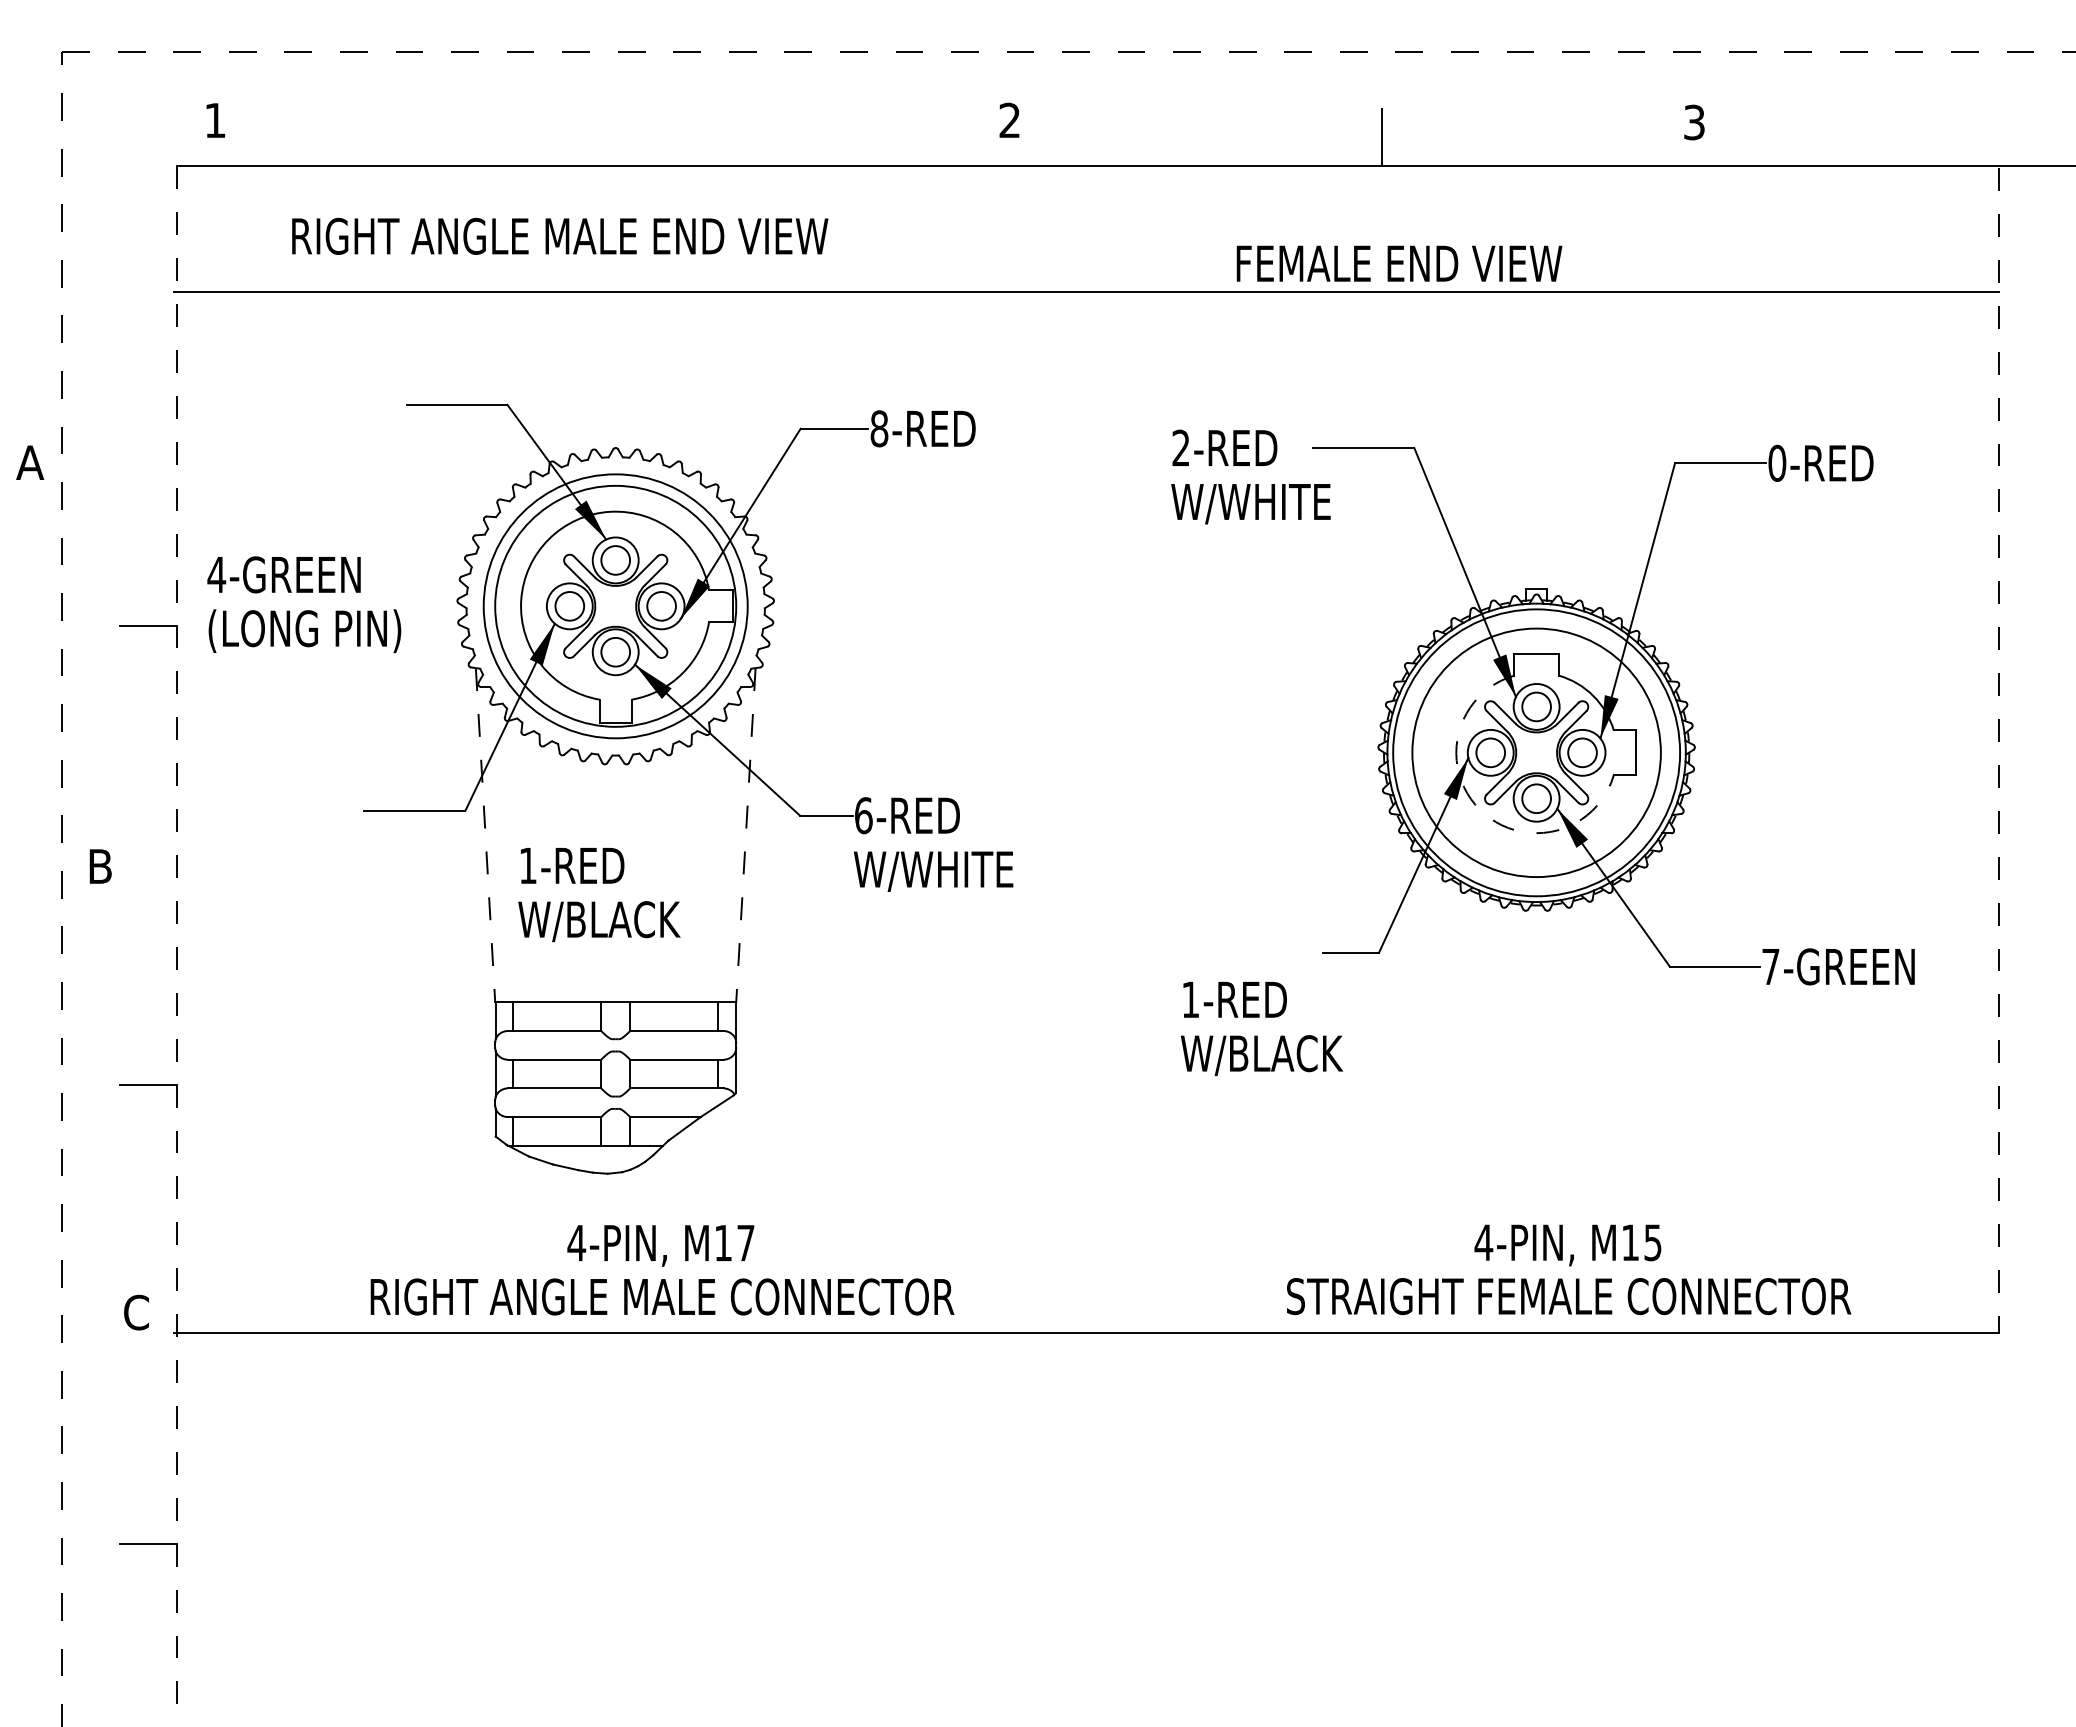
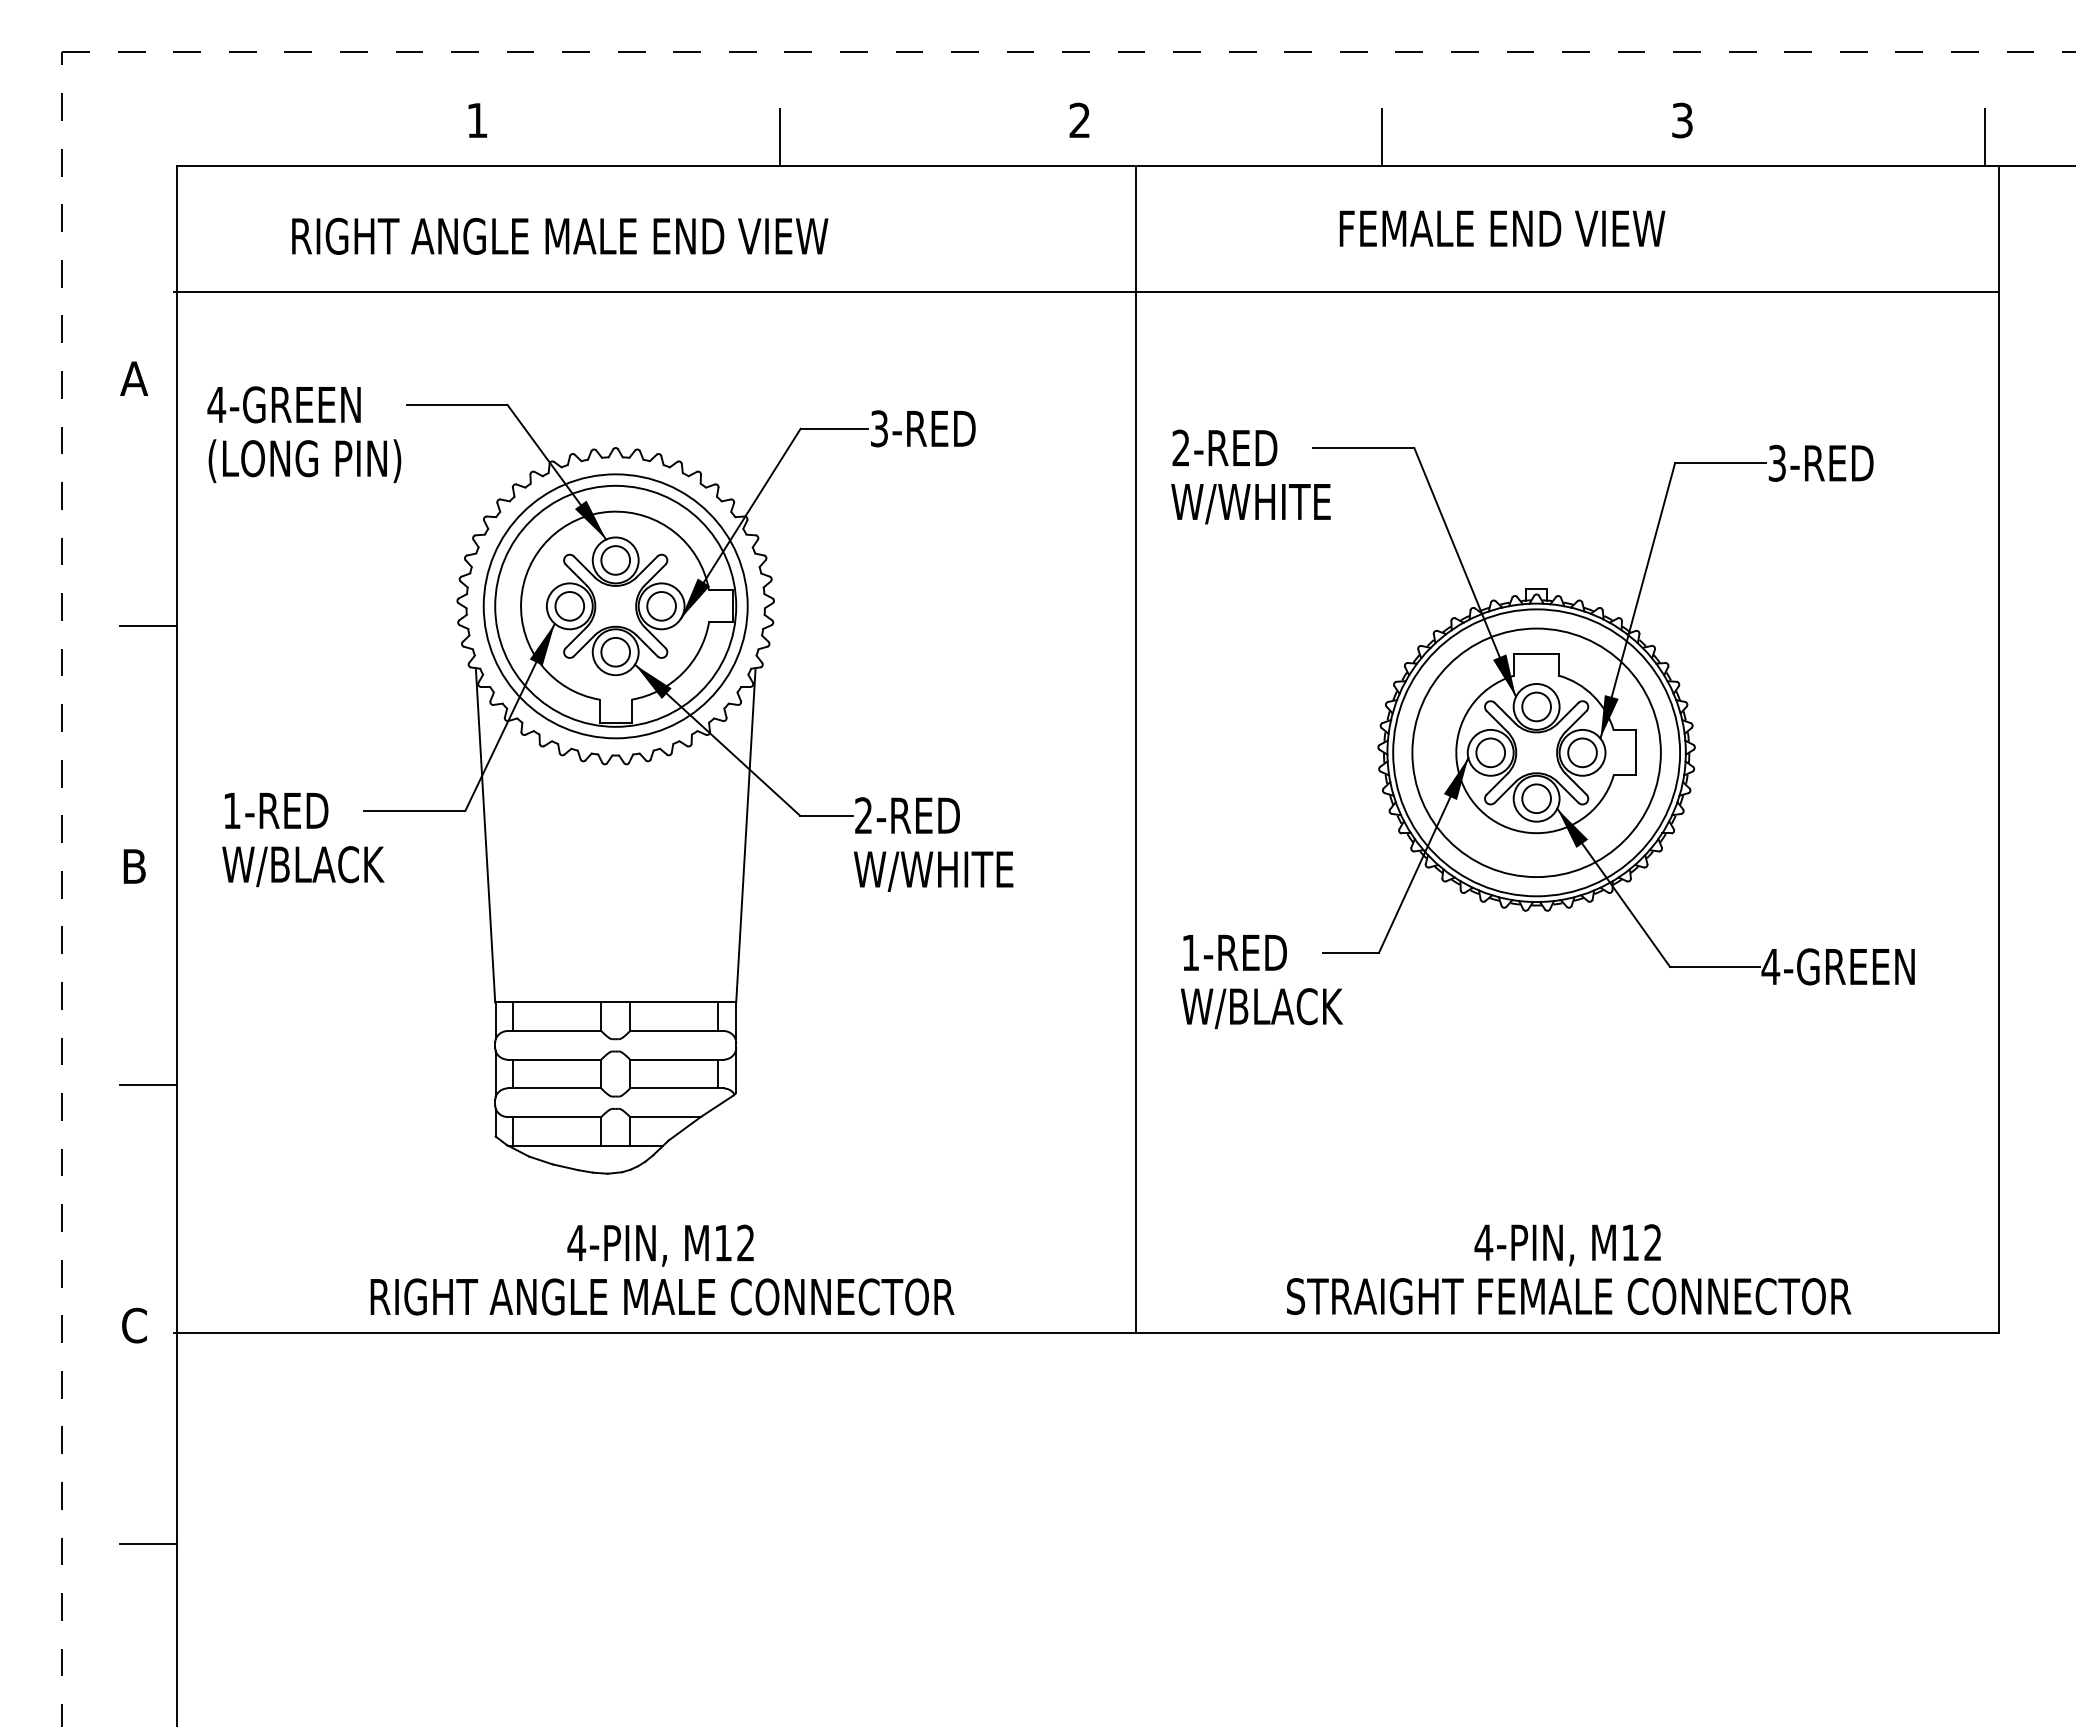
text at (1009, 119) position: (1009, 119) -> (1079, 119)
text at (215, 120) position: (215, 120) -> (477, 120)
text at (1694, 122) position: (1694, 122) -> (1682, 120)
line at (779, 137): none -> present
line at (1984, 137): none -> present
text at (1399, 263) position: (1399, 263) -> (1502, 228)
text at (879, 428): 8-RED -> 3-RED
text at (30, 462) position: (30, 462) -> (134, 378)
text at (1777, 462): 0-RED -> 3-RED
text at (304, 604) position: (304, 604) -> (304, 434)
line at (1136, 750): none -> present
line at (1998, 751): dashed -> solid
arc at (1479, 809): dashed -> solid
text at (863, 815): 6-RED -> 2-RED
line at (485, 835): dashed -> solid
line at (745, 835): dashed -> solid
text at (100, 866) position: (100, 866) -> (134, 866)
text at (599, 895) position: (599, 895) -> (303, 840)
line at (177, 946): dashed -> solid
text at (1770, 966): 7-GREEN -> 4-GREEN
text at (1262, 1029) position: (1262, 1029) -> (1262, 982)
text at (745, 1242): M17 -> M12
text at (1652, 1242): M15 -> M12
text at (136, 1312) position: (136, 1312) -> (134, 1325)
